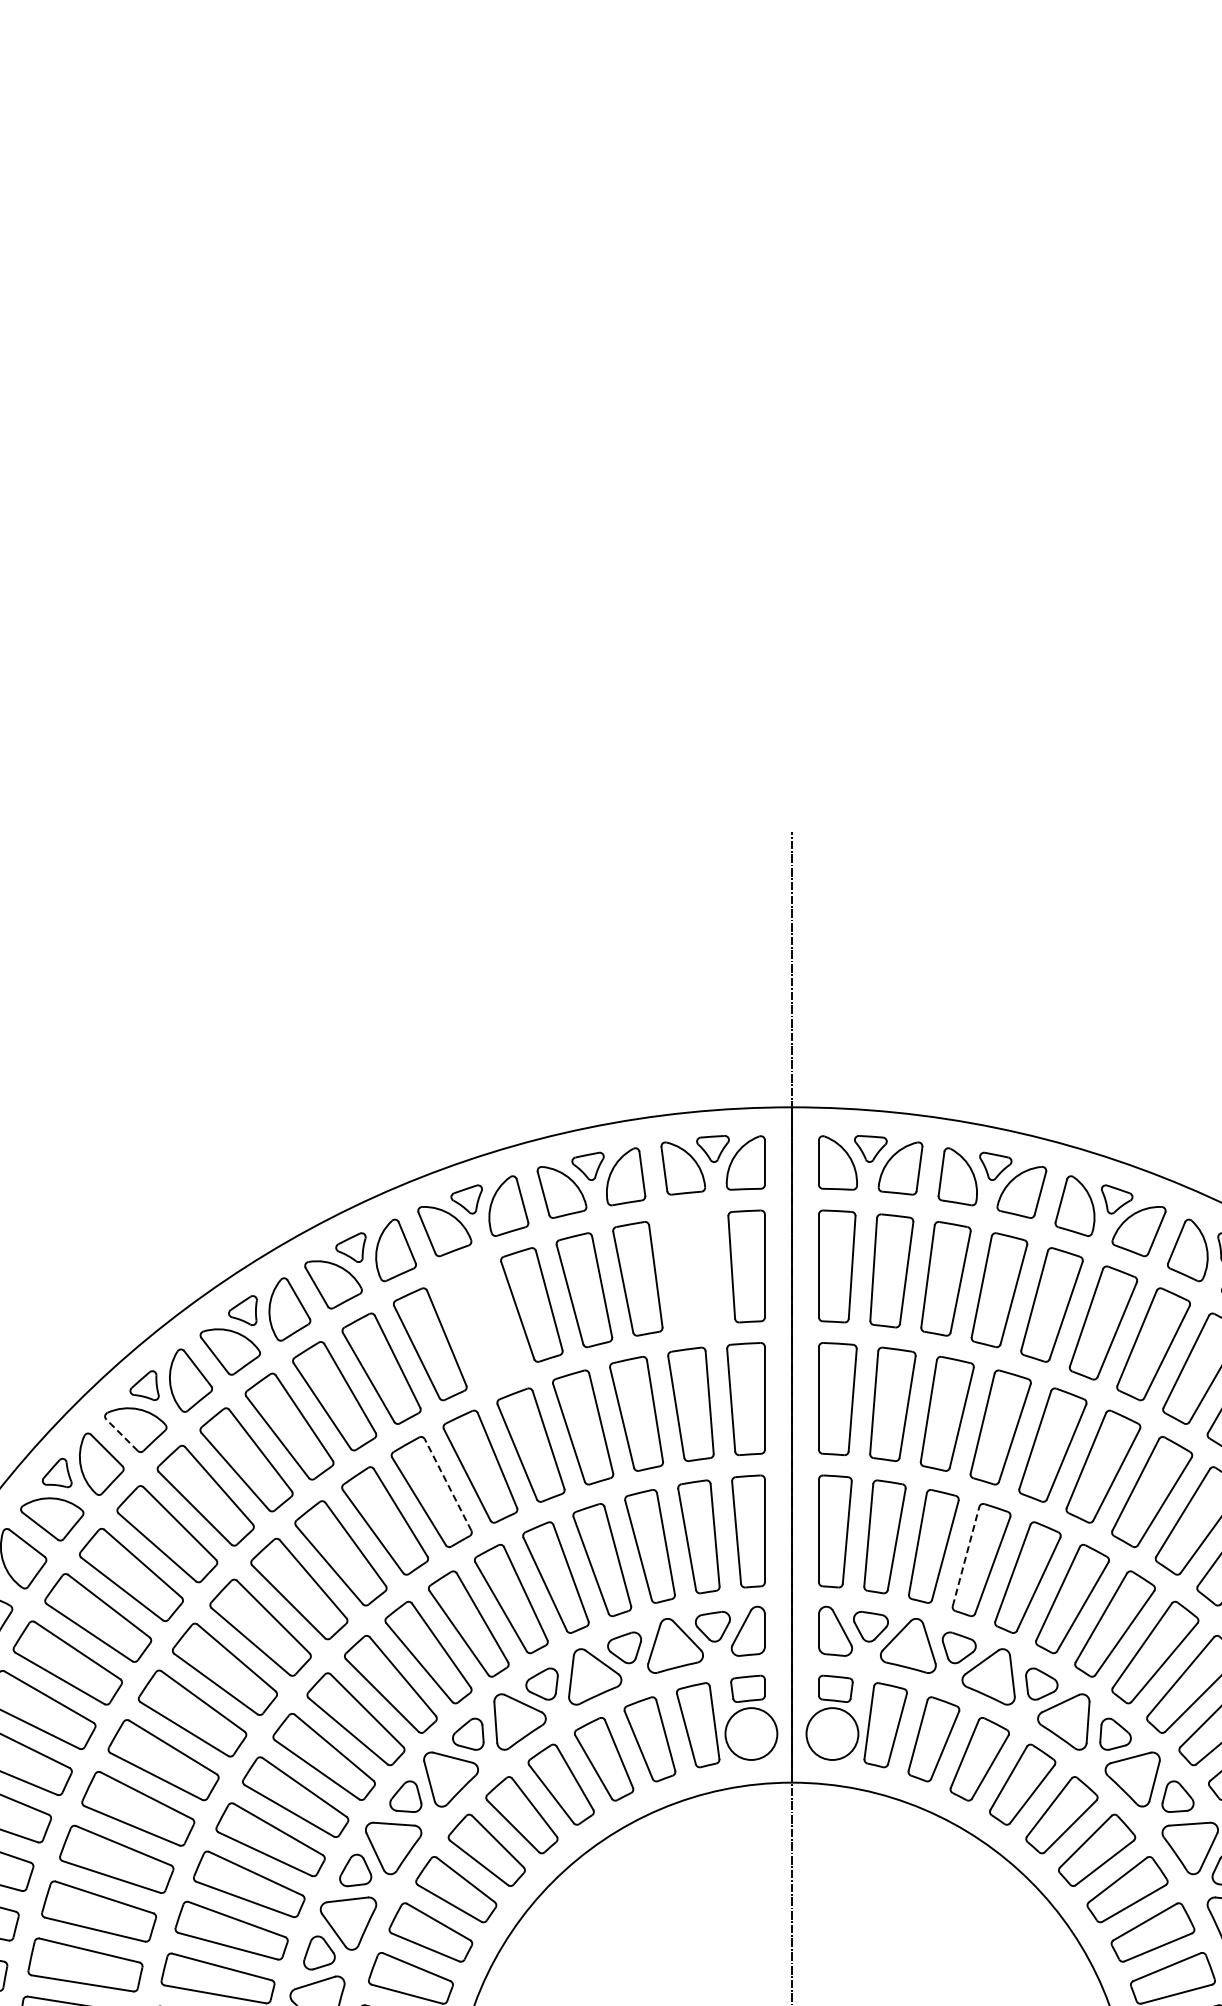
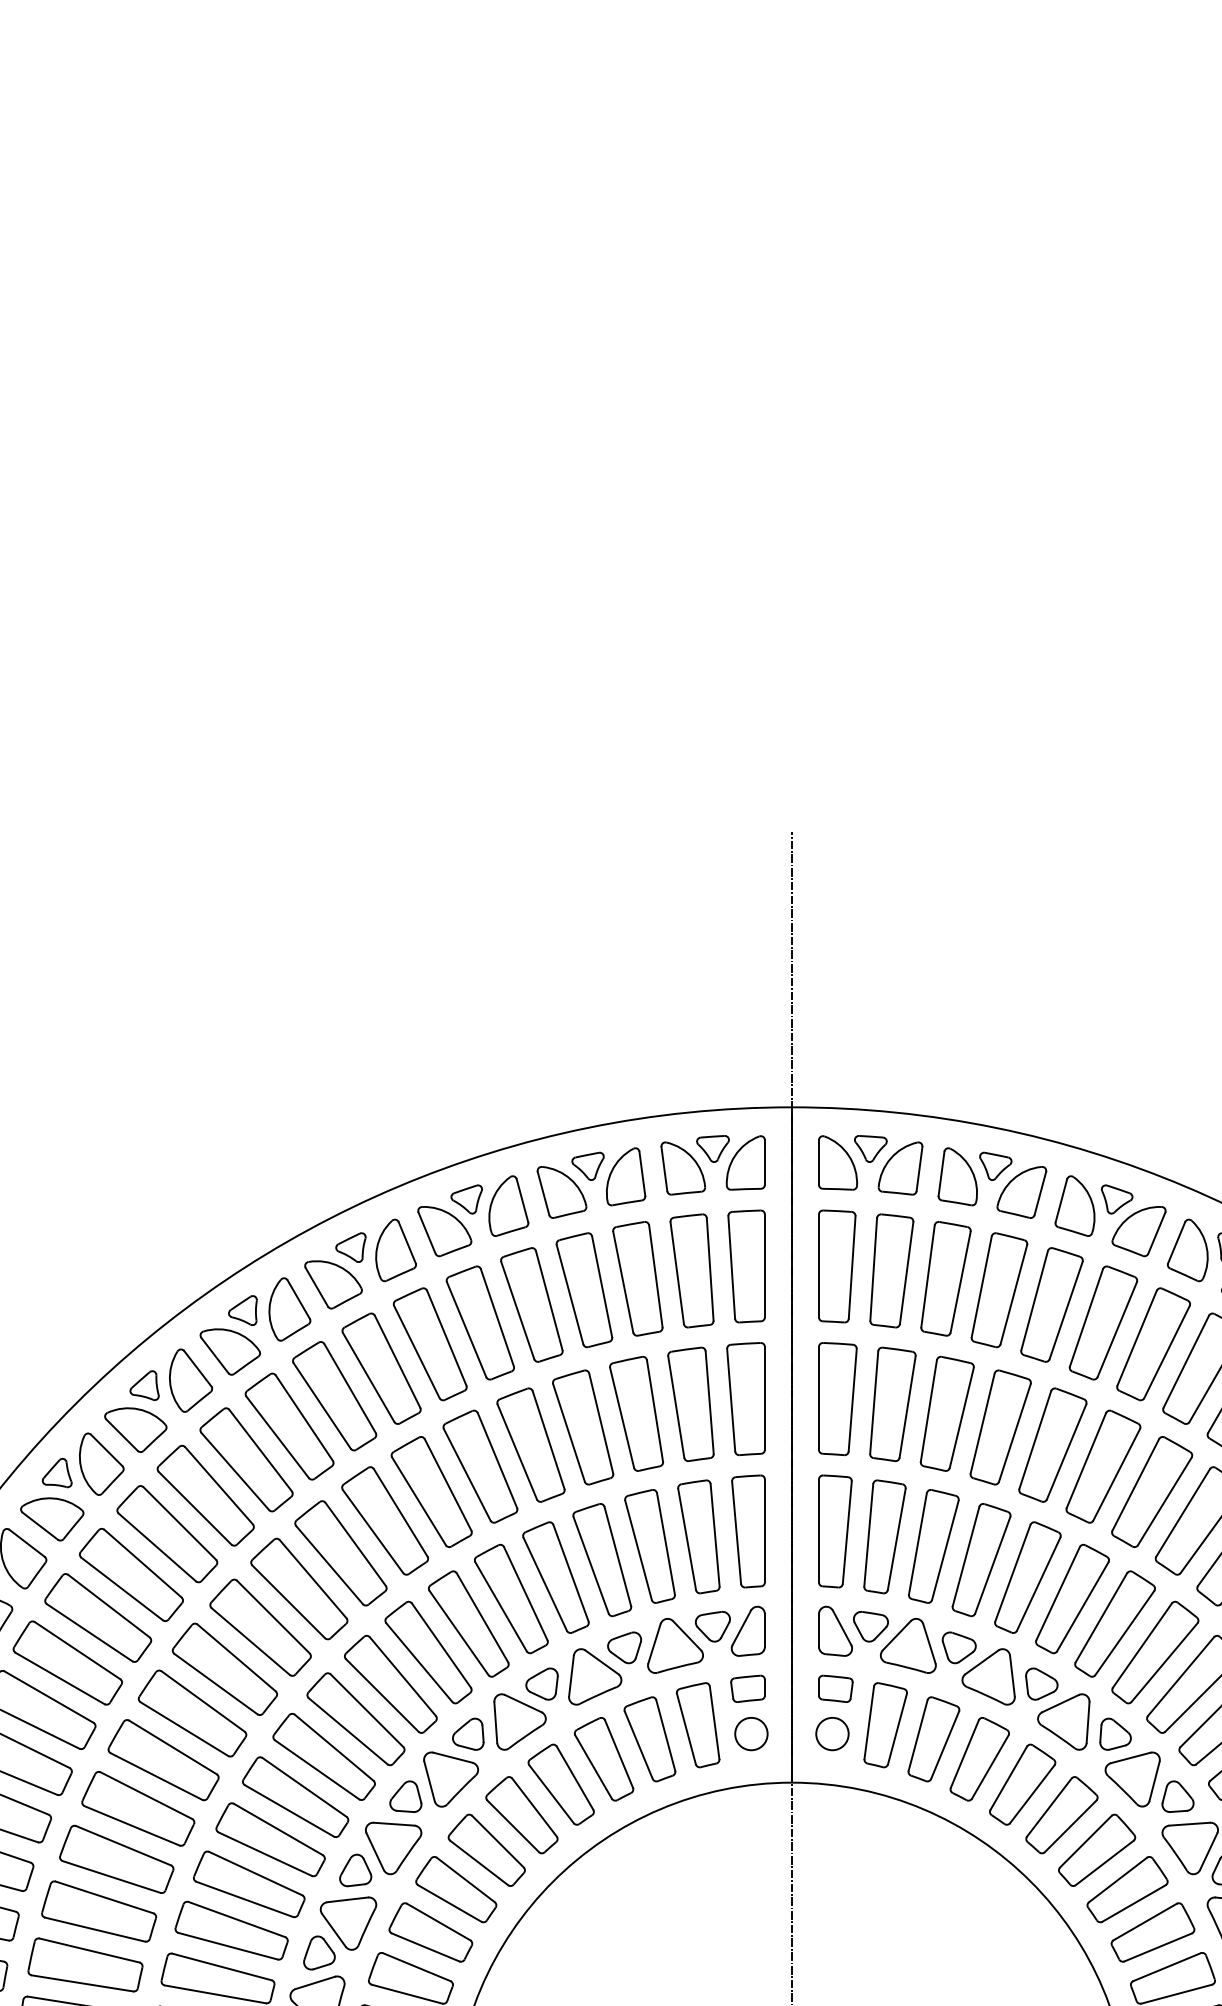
part at (691, 1270): none -> present
part at (479, 1322): none -> present
line at (121, 1434): dashed -> solid
line at (447, 1484): dashed -> solid
line at (966, 1556): dashed -> solid
circle at (751, 1733) diameter: 52 px -> 32 px
circle at (832, 1733) diameter: 52 px -> 32 px
